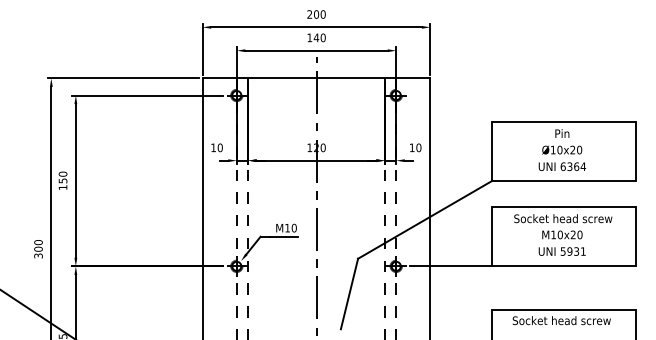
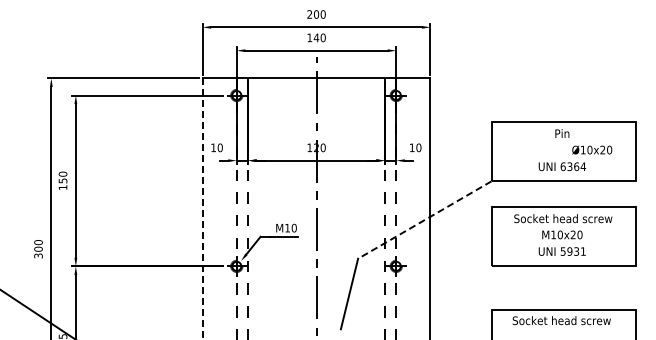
text at (562, 149) position: (562, 149) -> (592, 149)
line at (202, 209): solid -> dashed
line at (424, 220): solid -> dashed
line at (450, 266): present -> none
